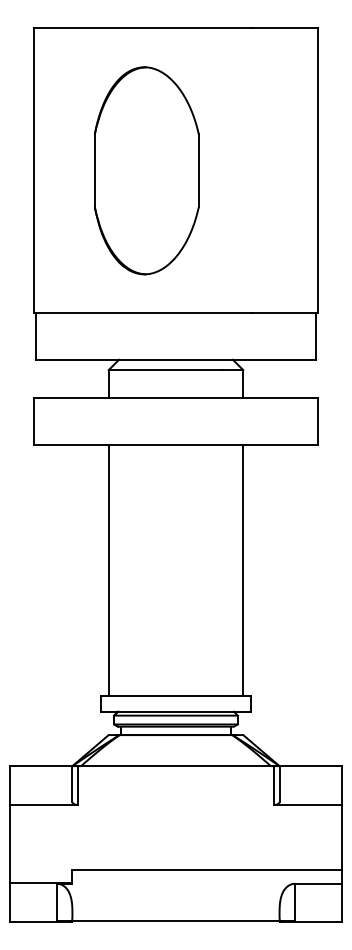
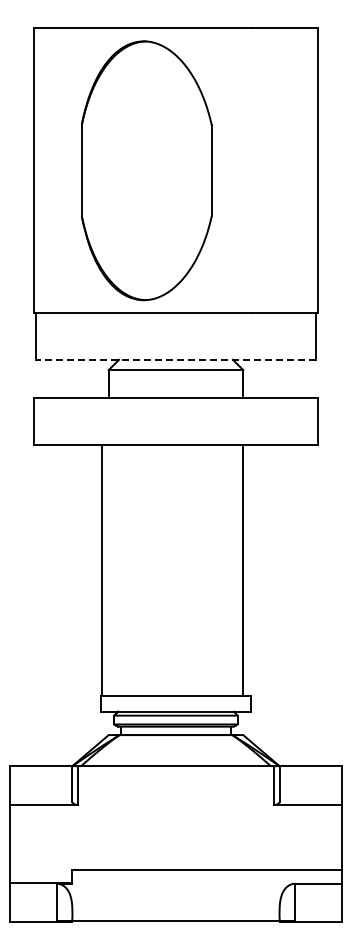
part at (146, 170) size: 106x210 px -> 132x262 px
line at (176, 359): solid -> dashed
line at (108, 570) position: (108, 570) -> (101, 570)
